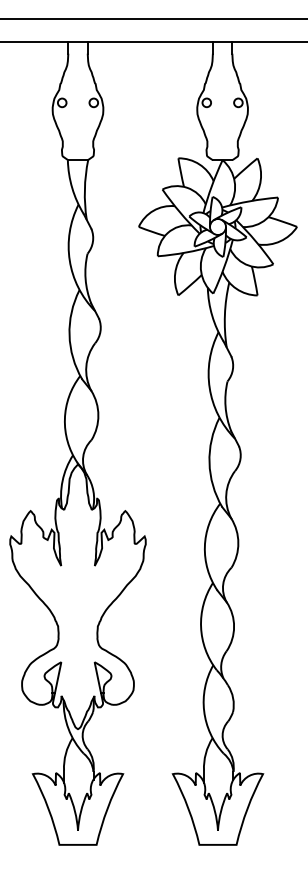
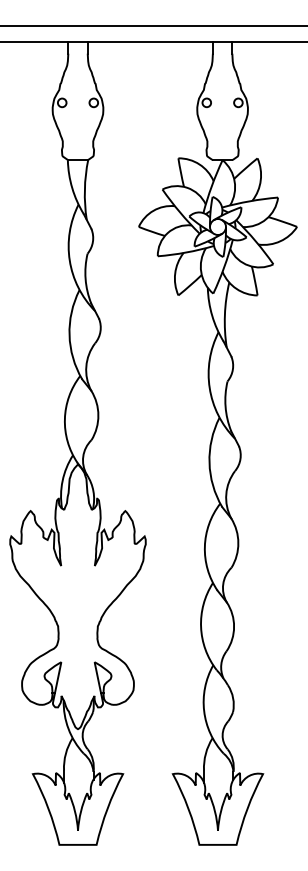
line at (153, 19) position: (153, 19) -> (153, 26)
